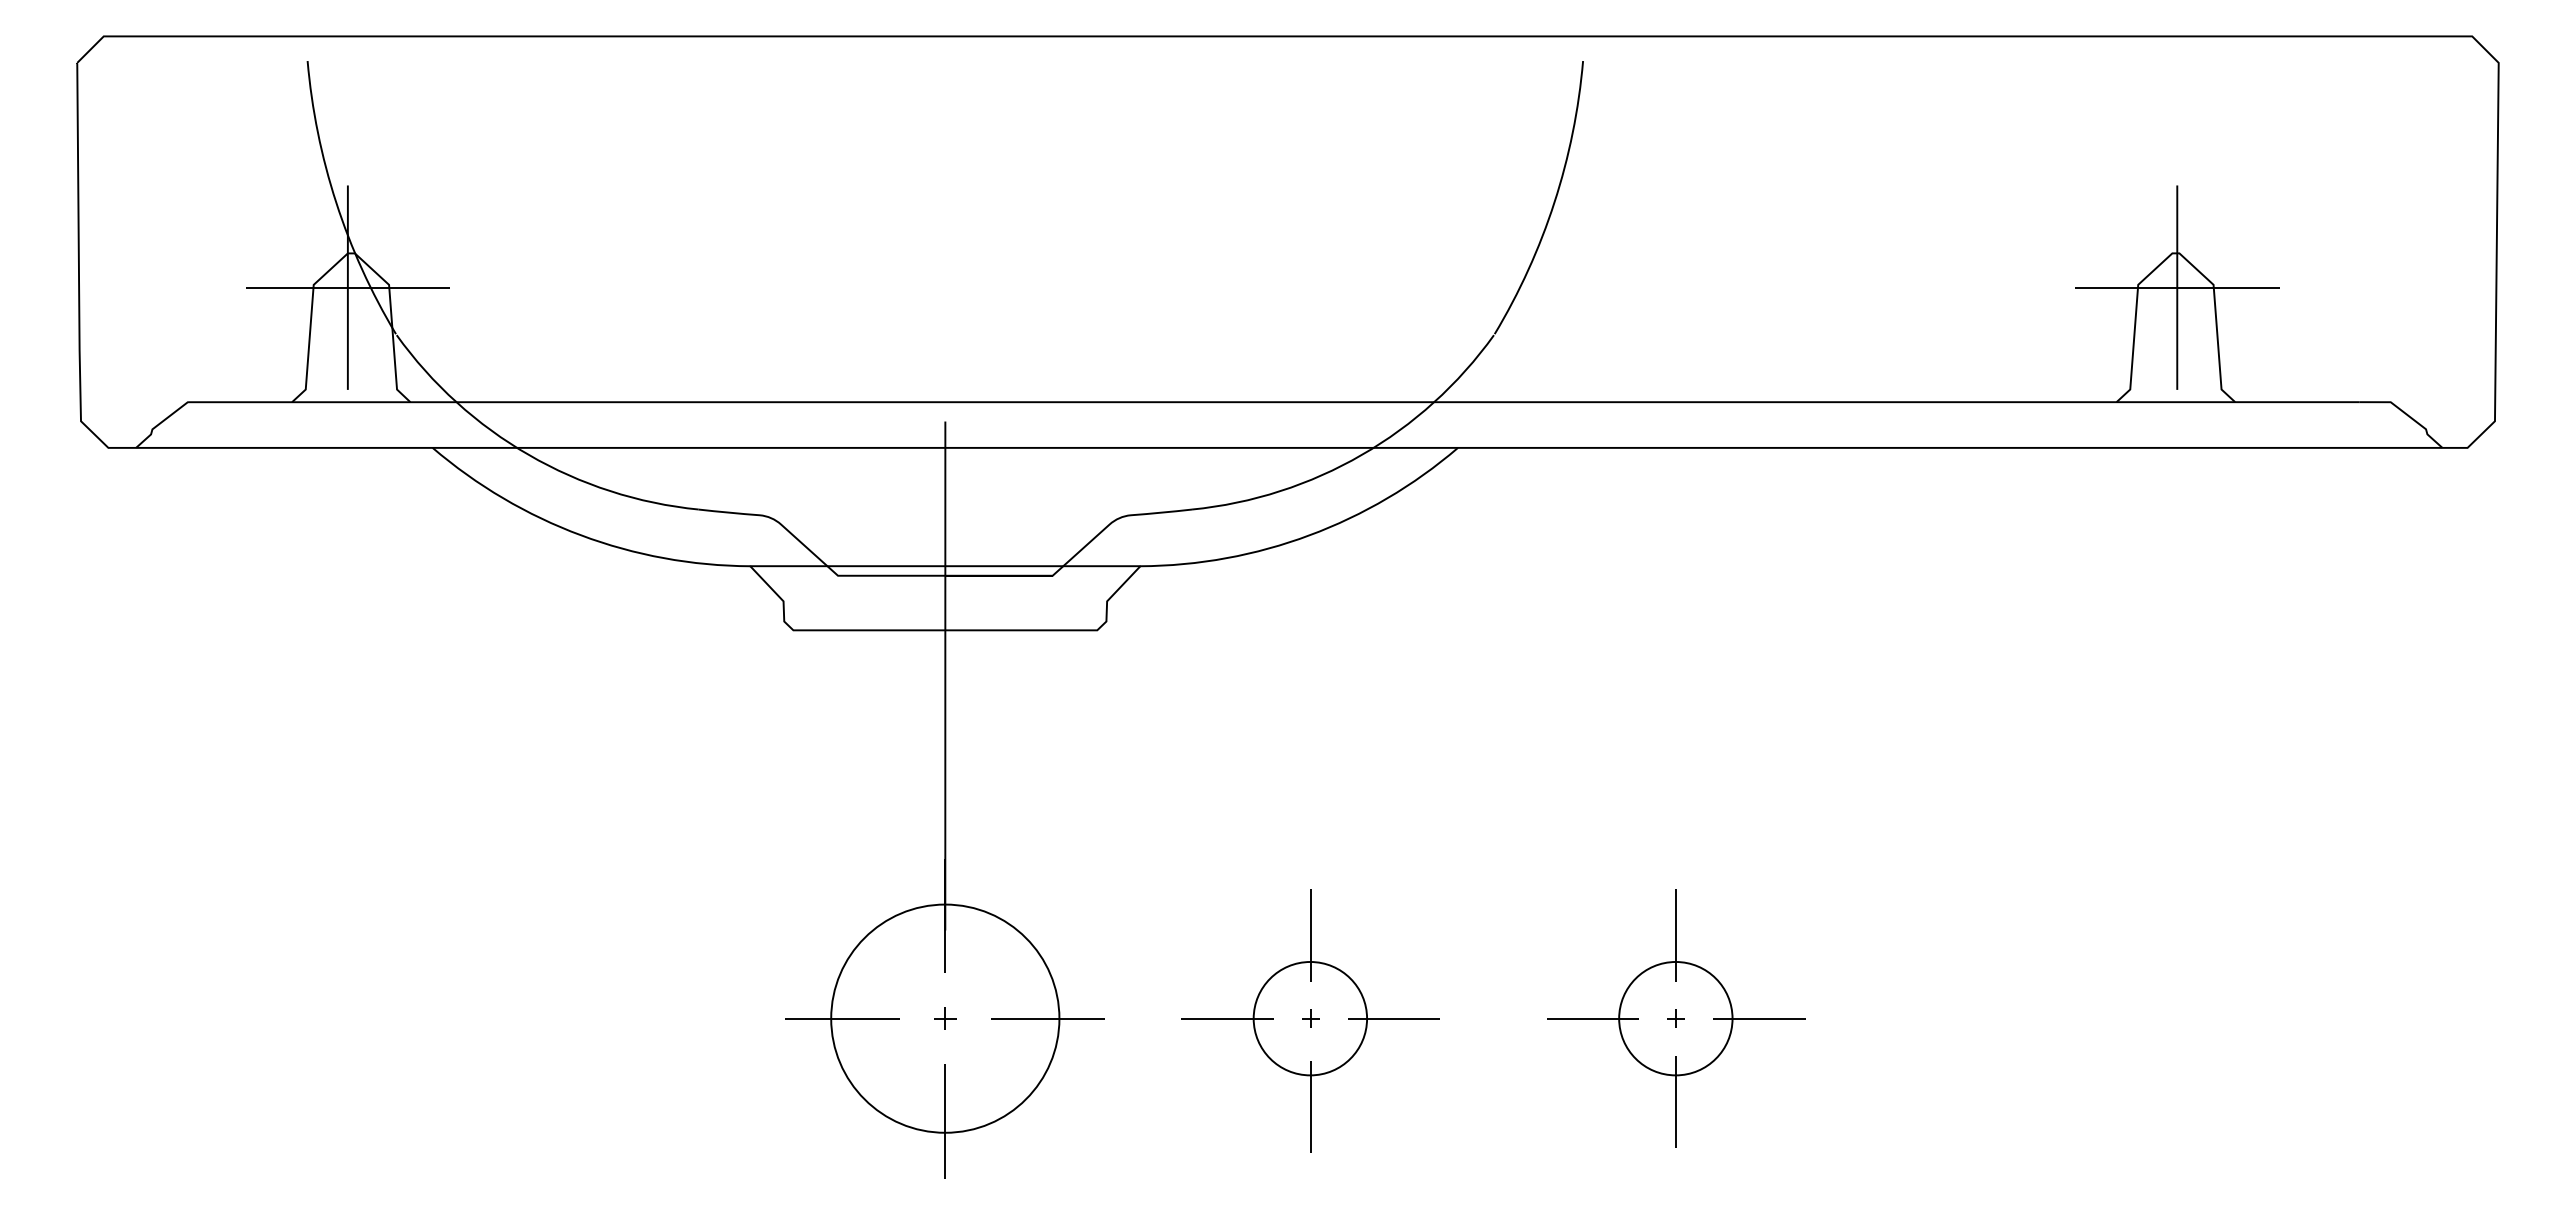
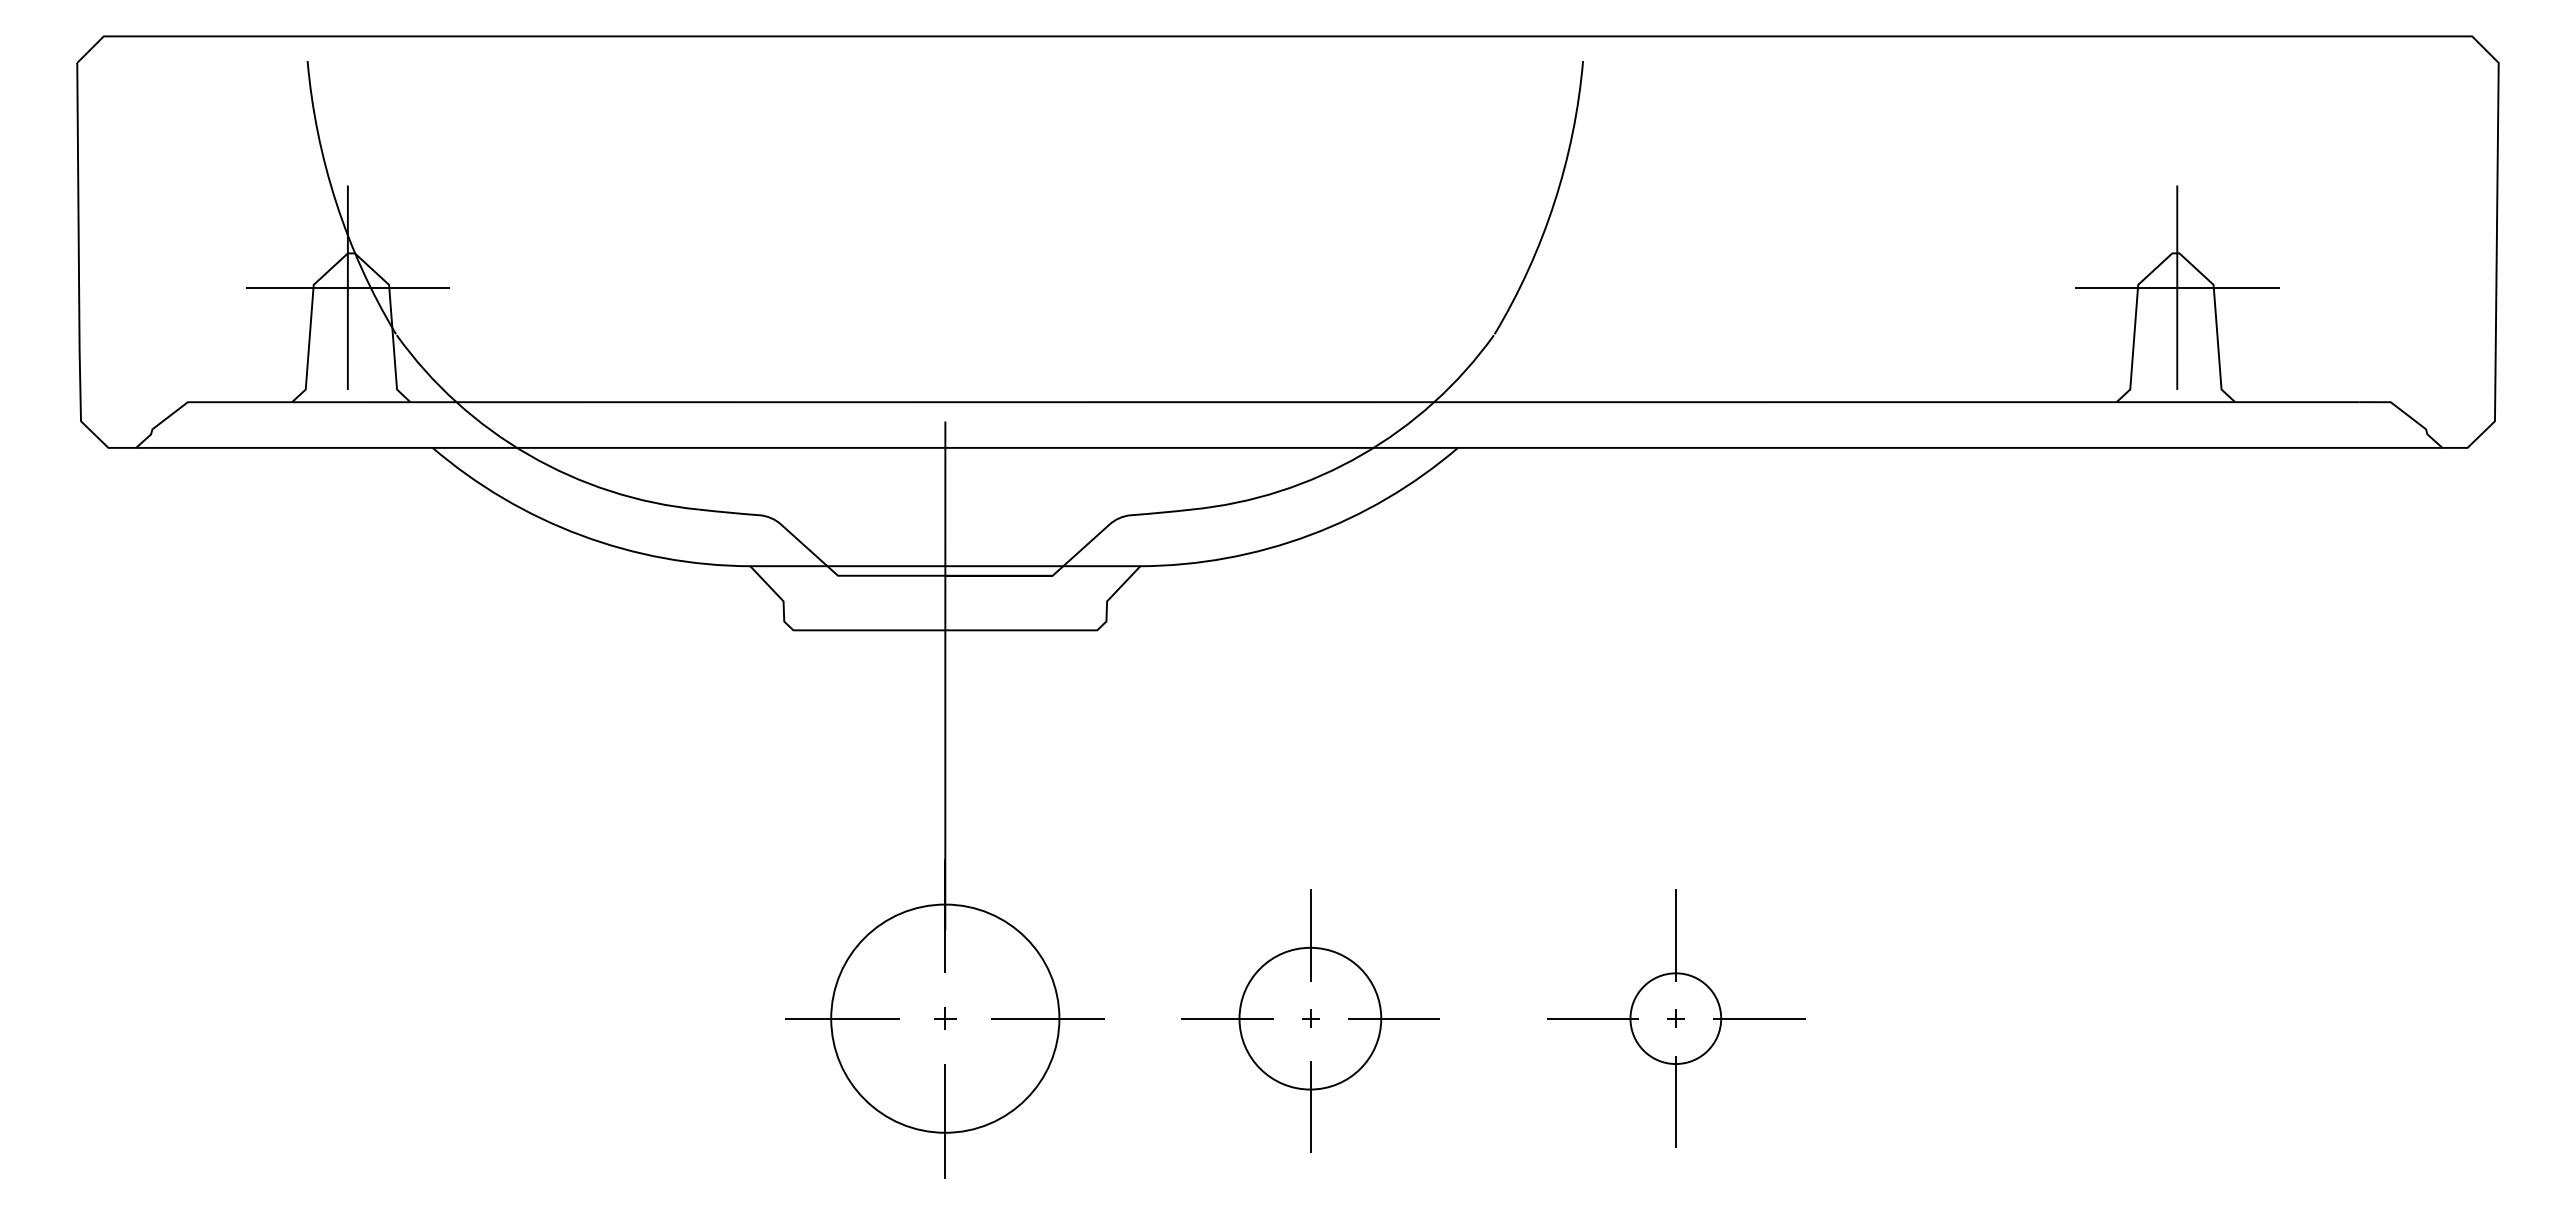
circle at (1310, 1018) diameter: 113 px -> 142 px
circle at (1675, 1018) diameter: 113 px -> 91 px
